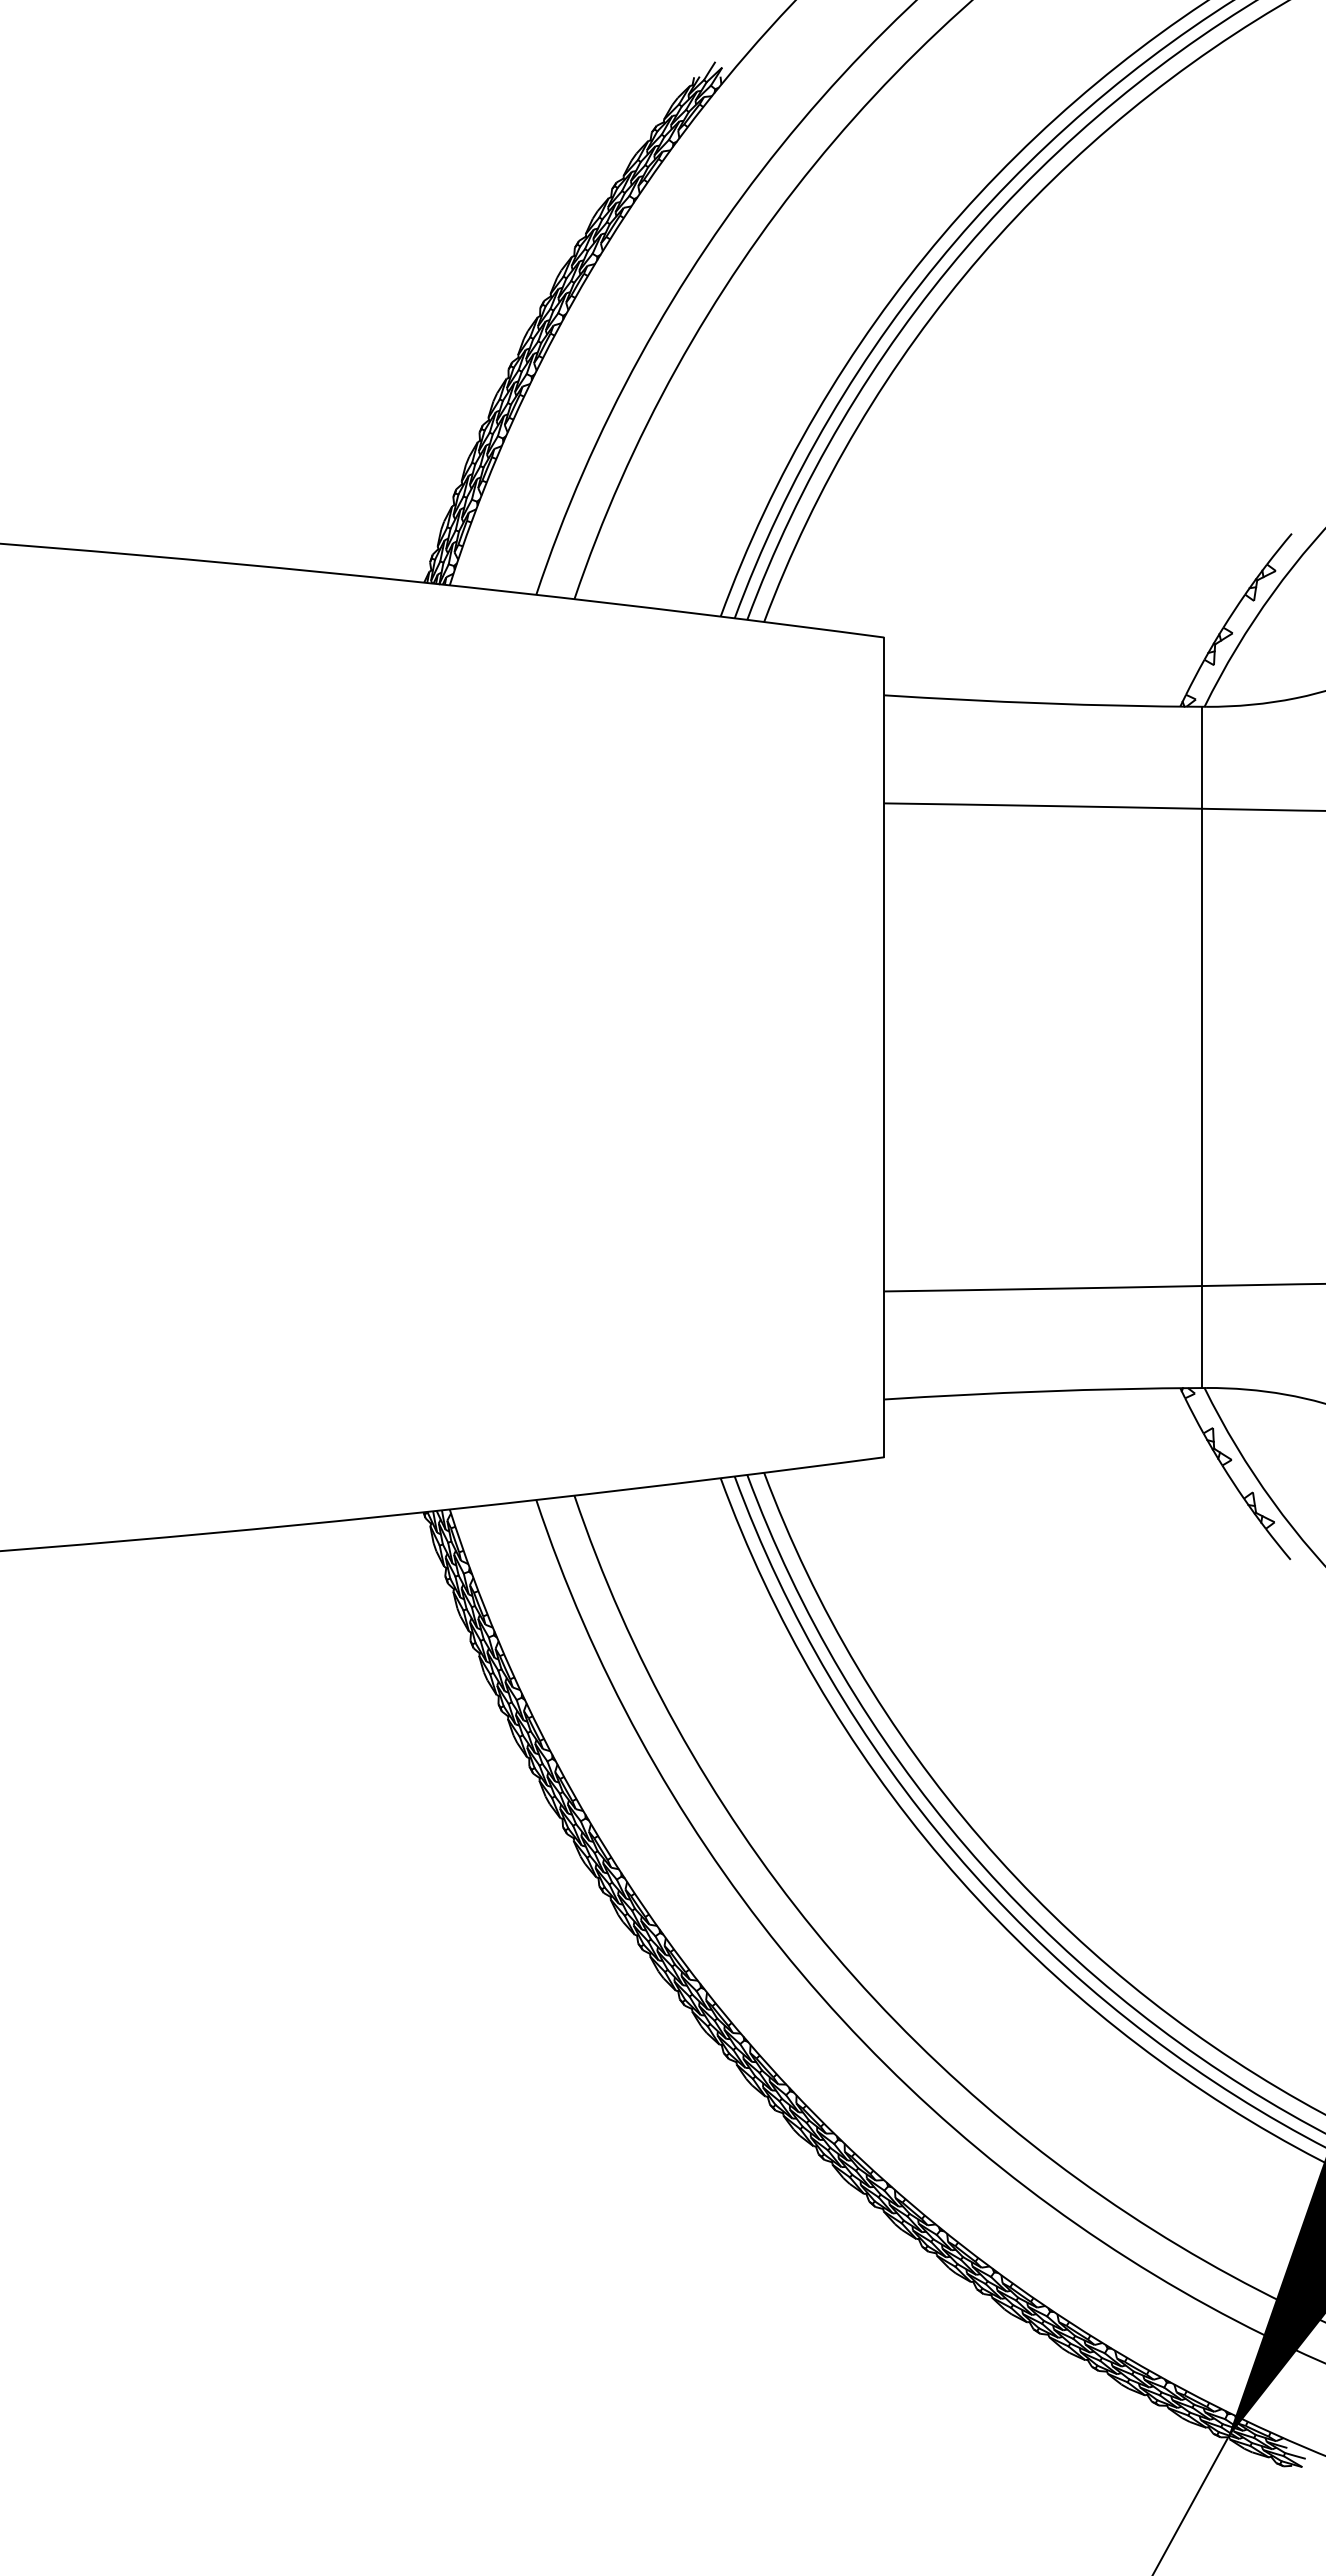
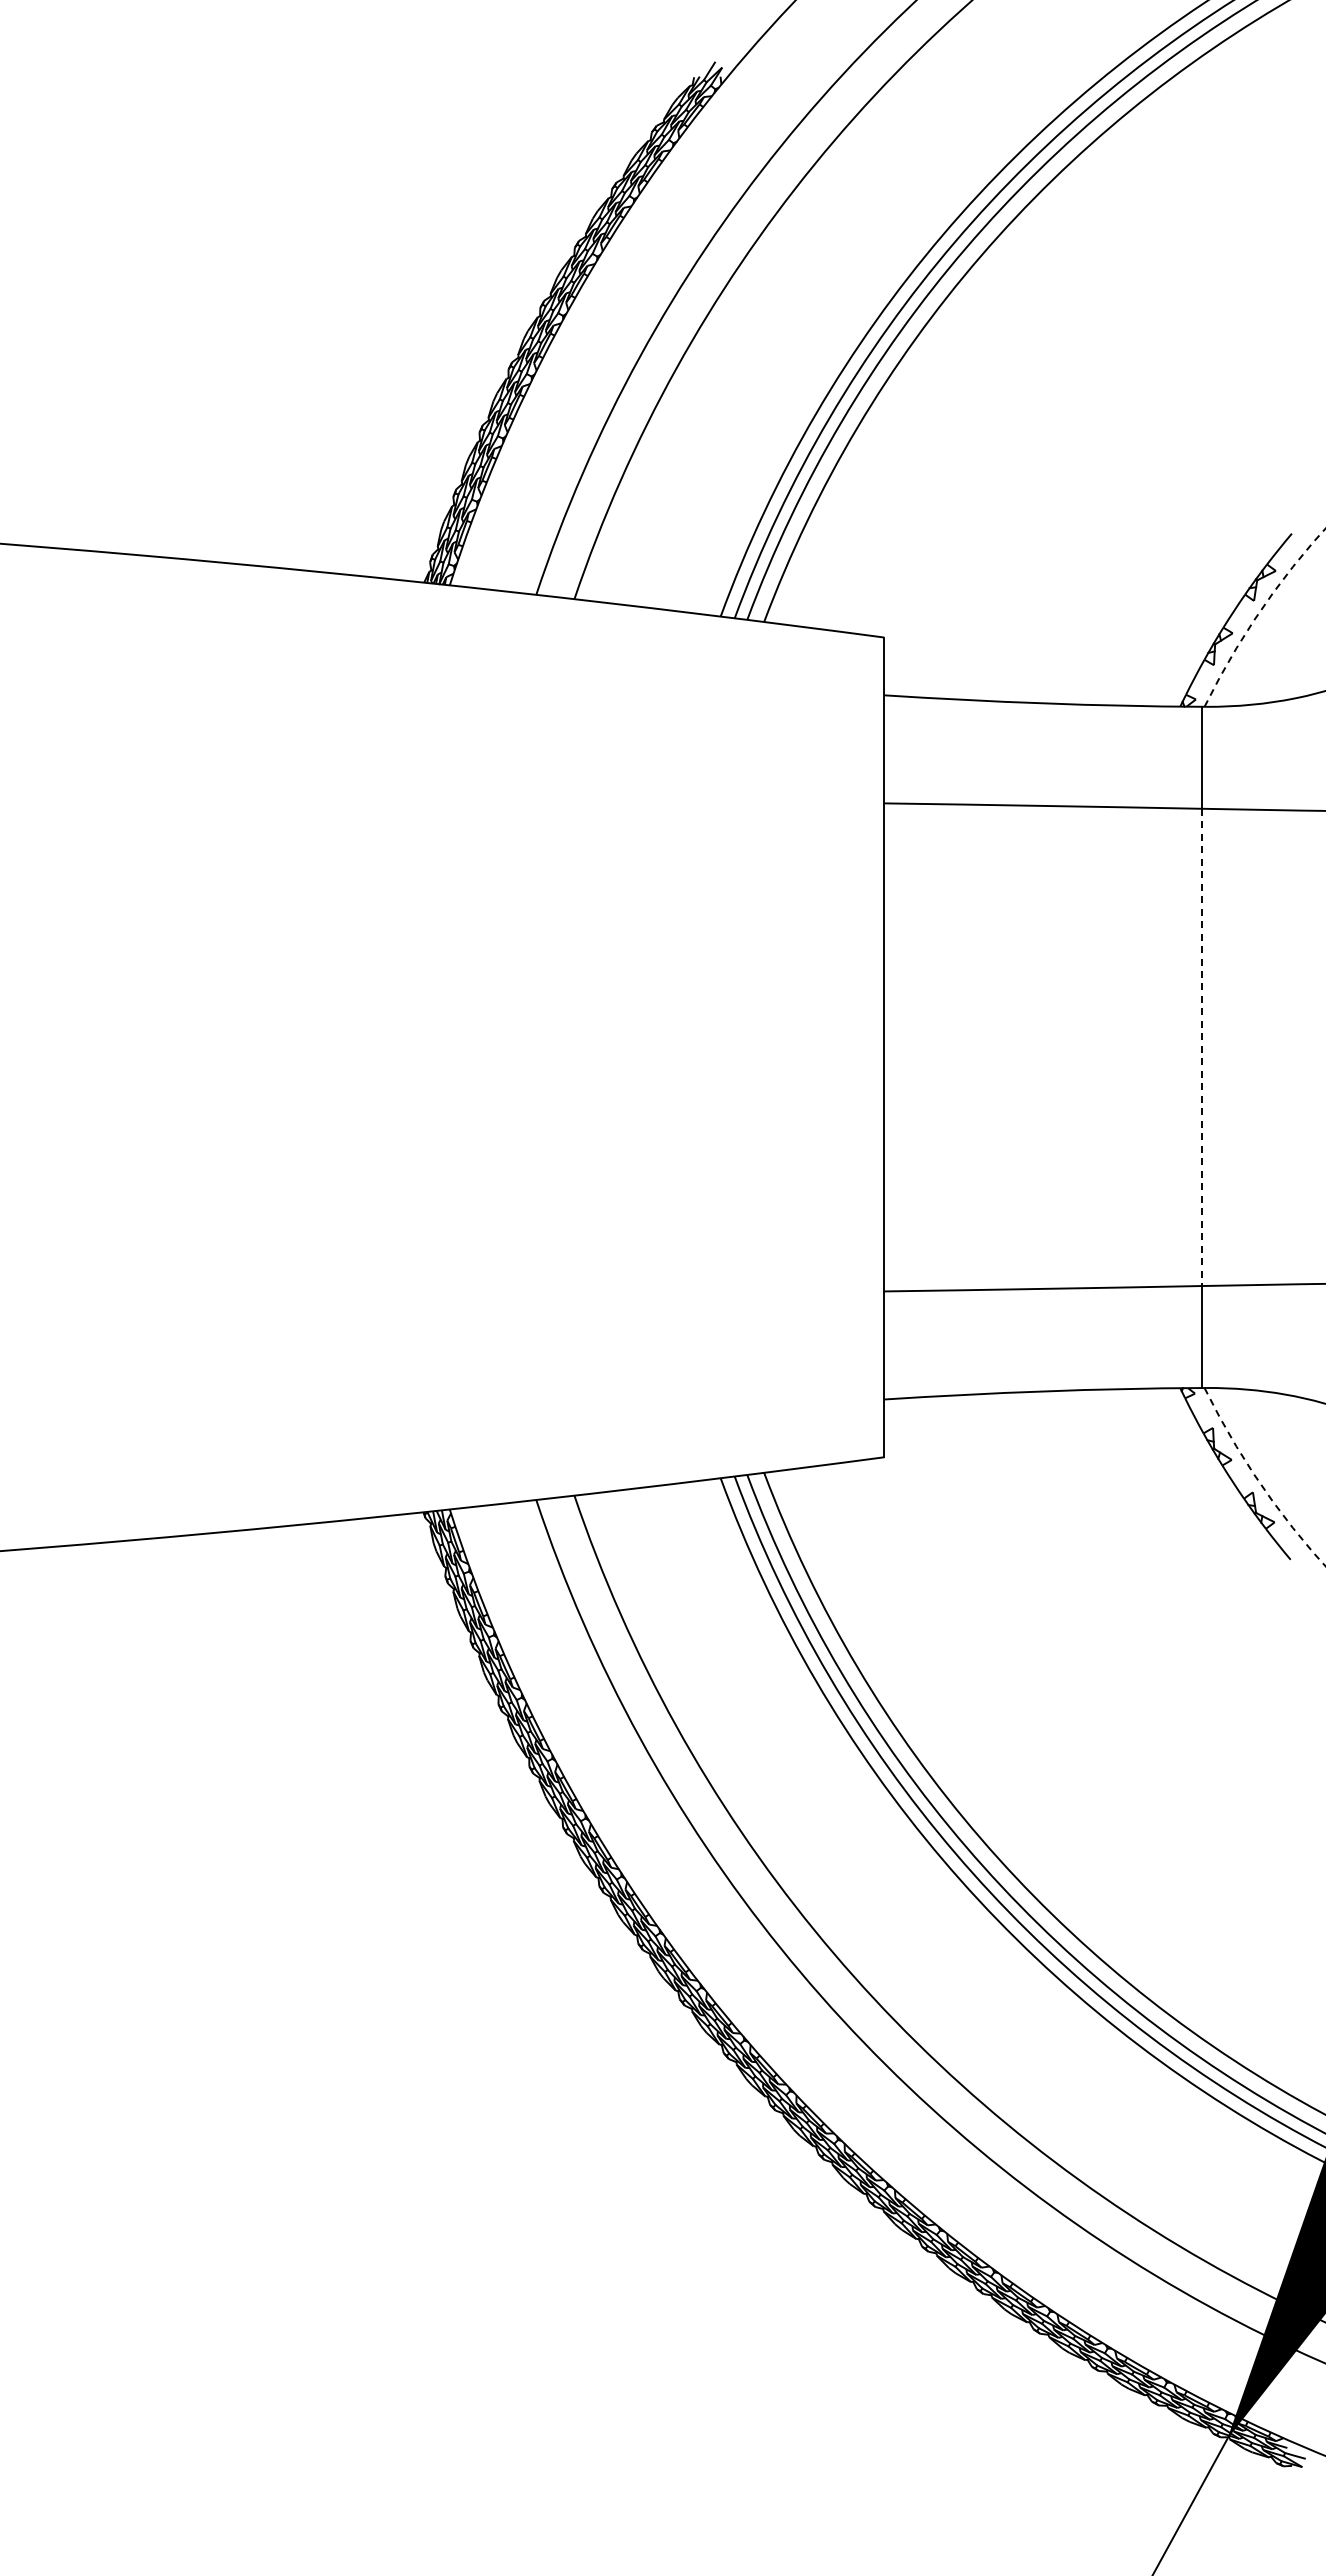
arc at (1325, 528): solid -> dashed
line at (1201, 1047): solid -> dashed
